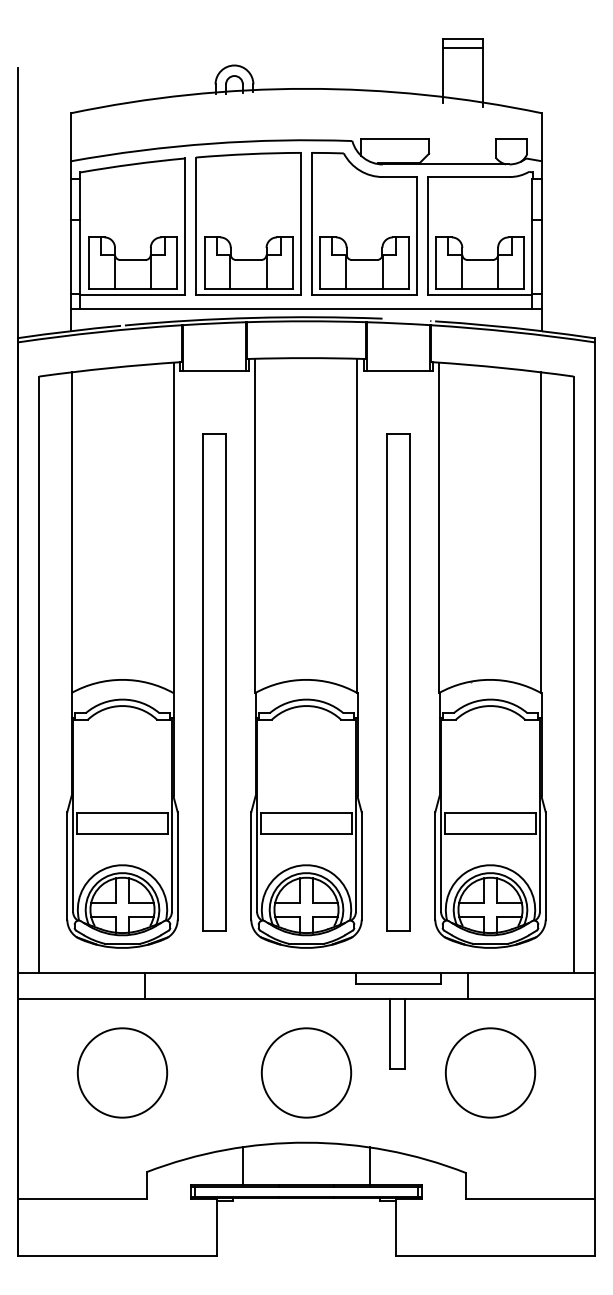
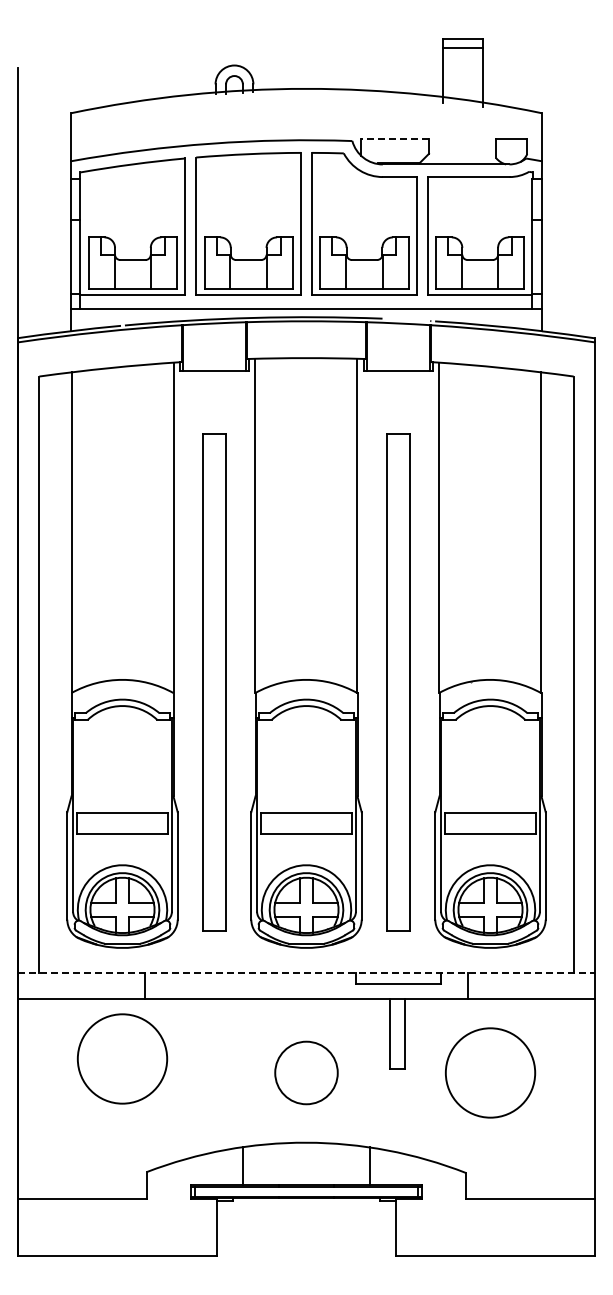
line at (395, 139): solid -> dashed
line at (307, 973): solid -> dashed
circle at (122, 1072) position: (122, 1072) -> (122, 1058)
circle at (306, 1072) diameter: 89 px -> 63 px
